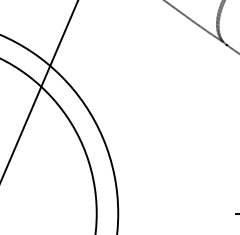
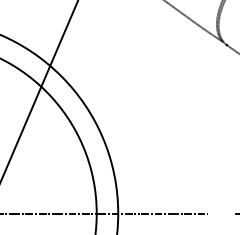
line at (105, 213): none -> present
